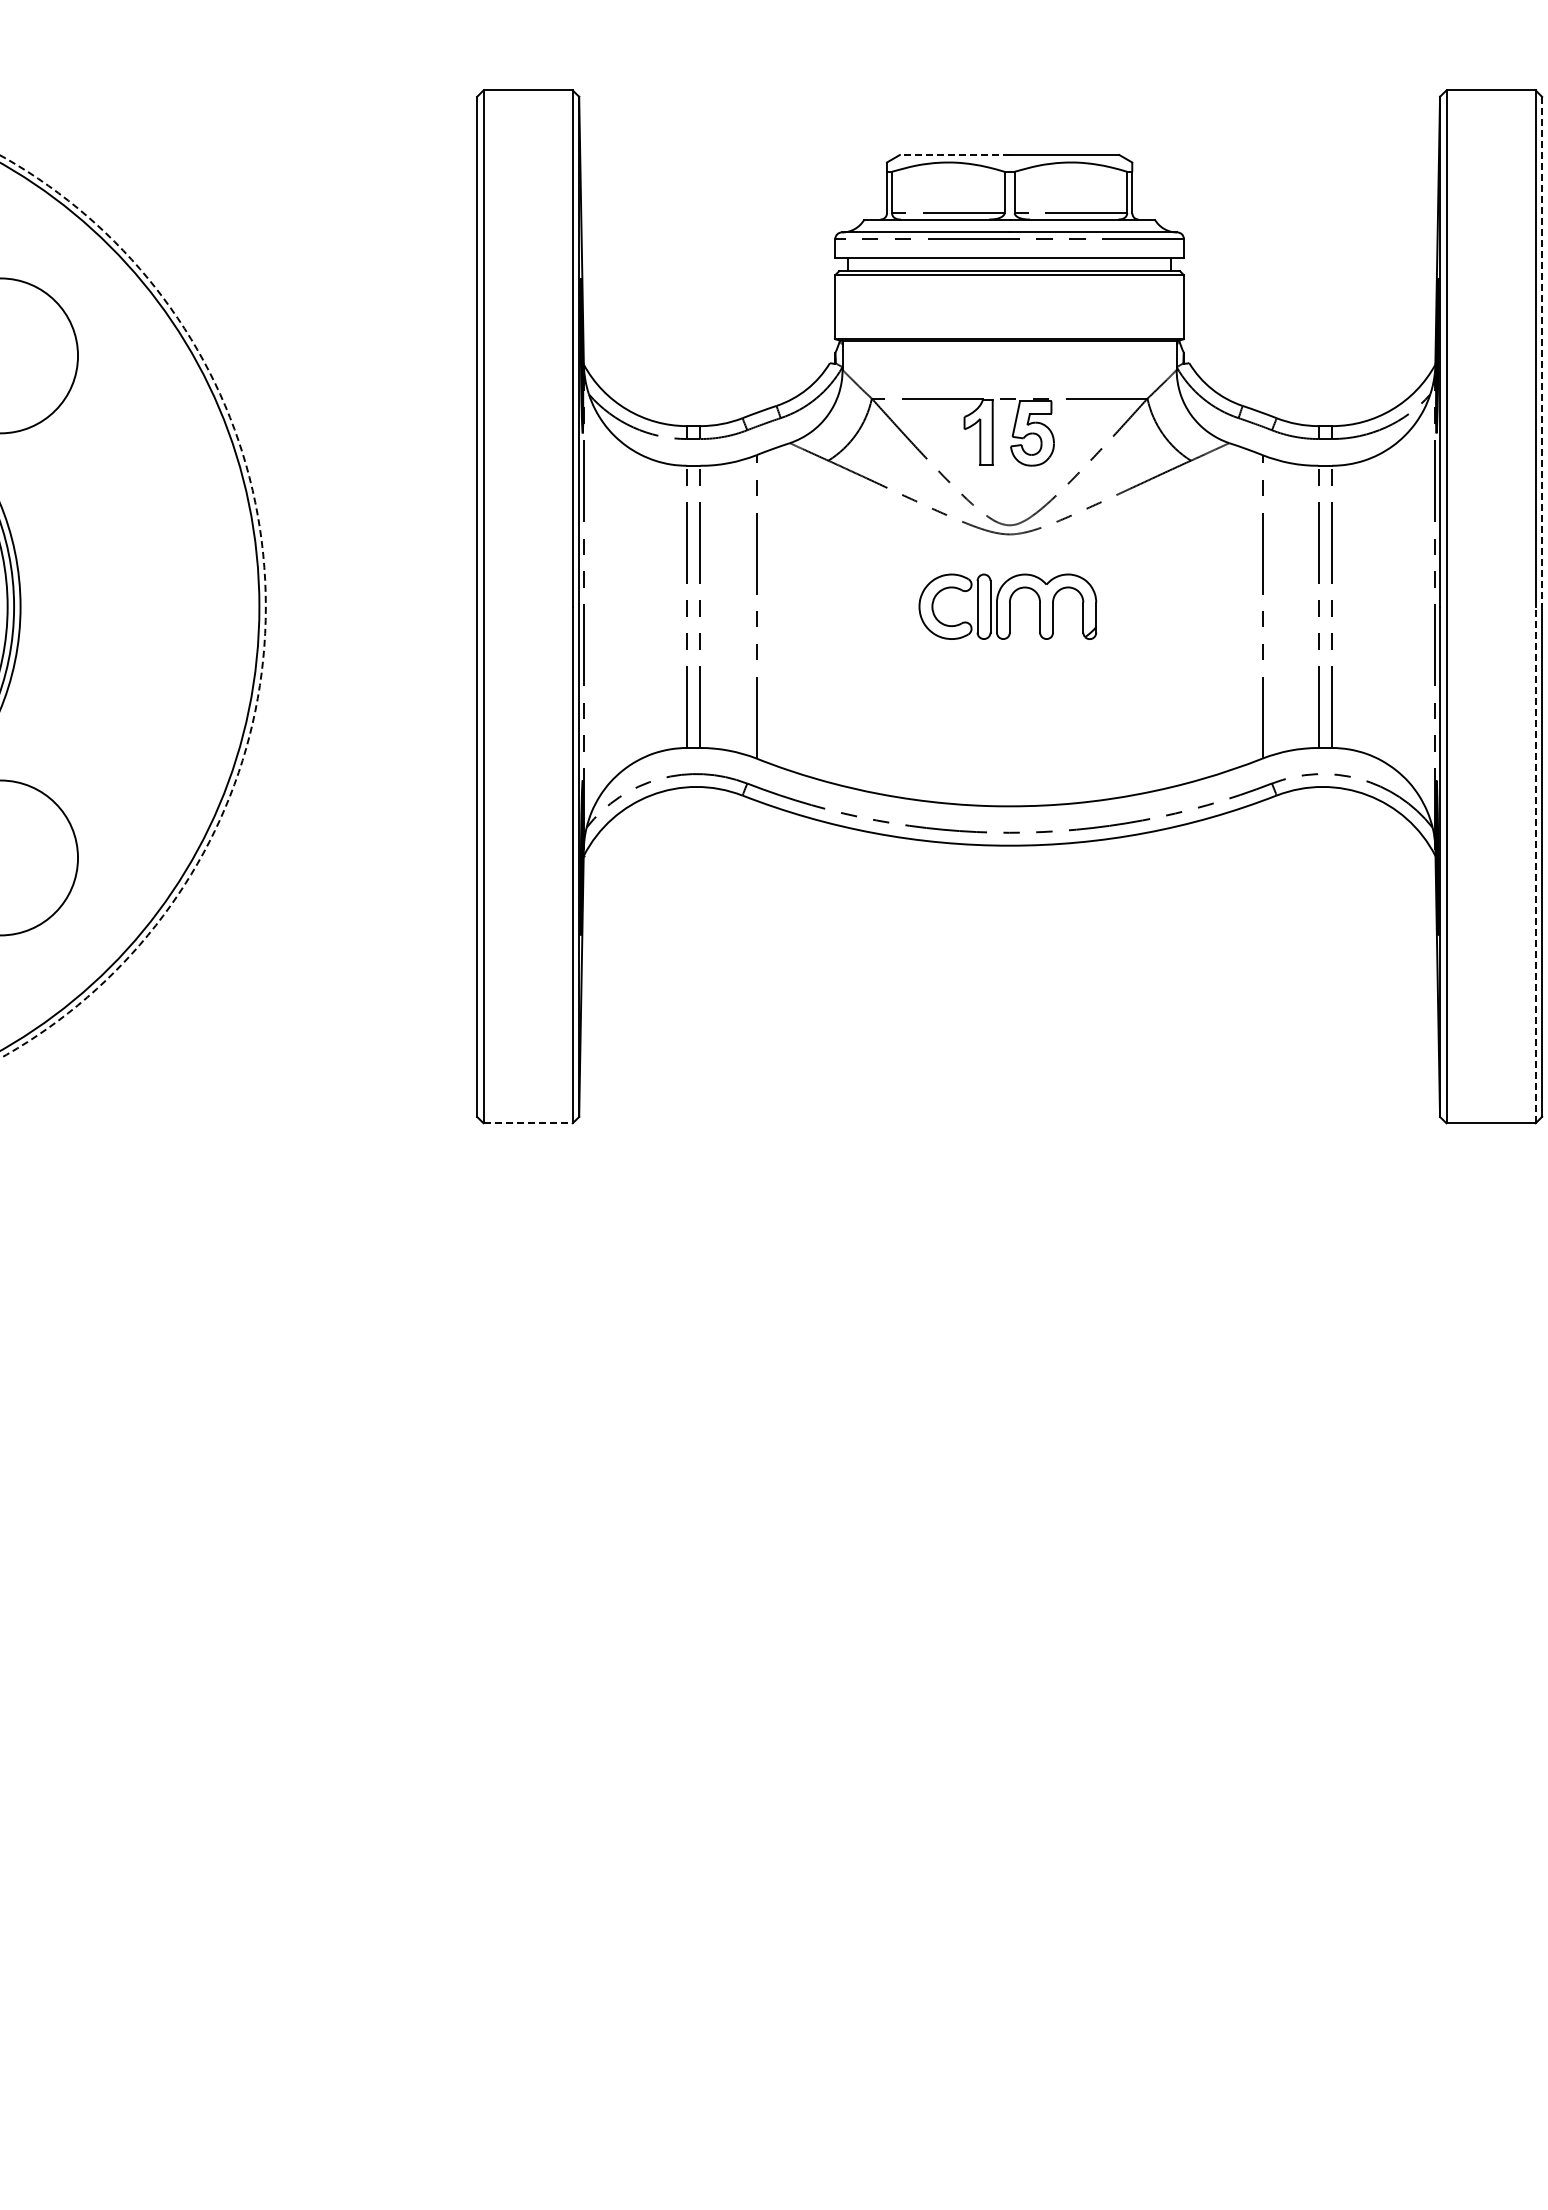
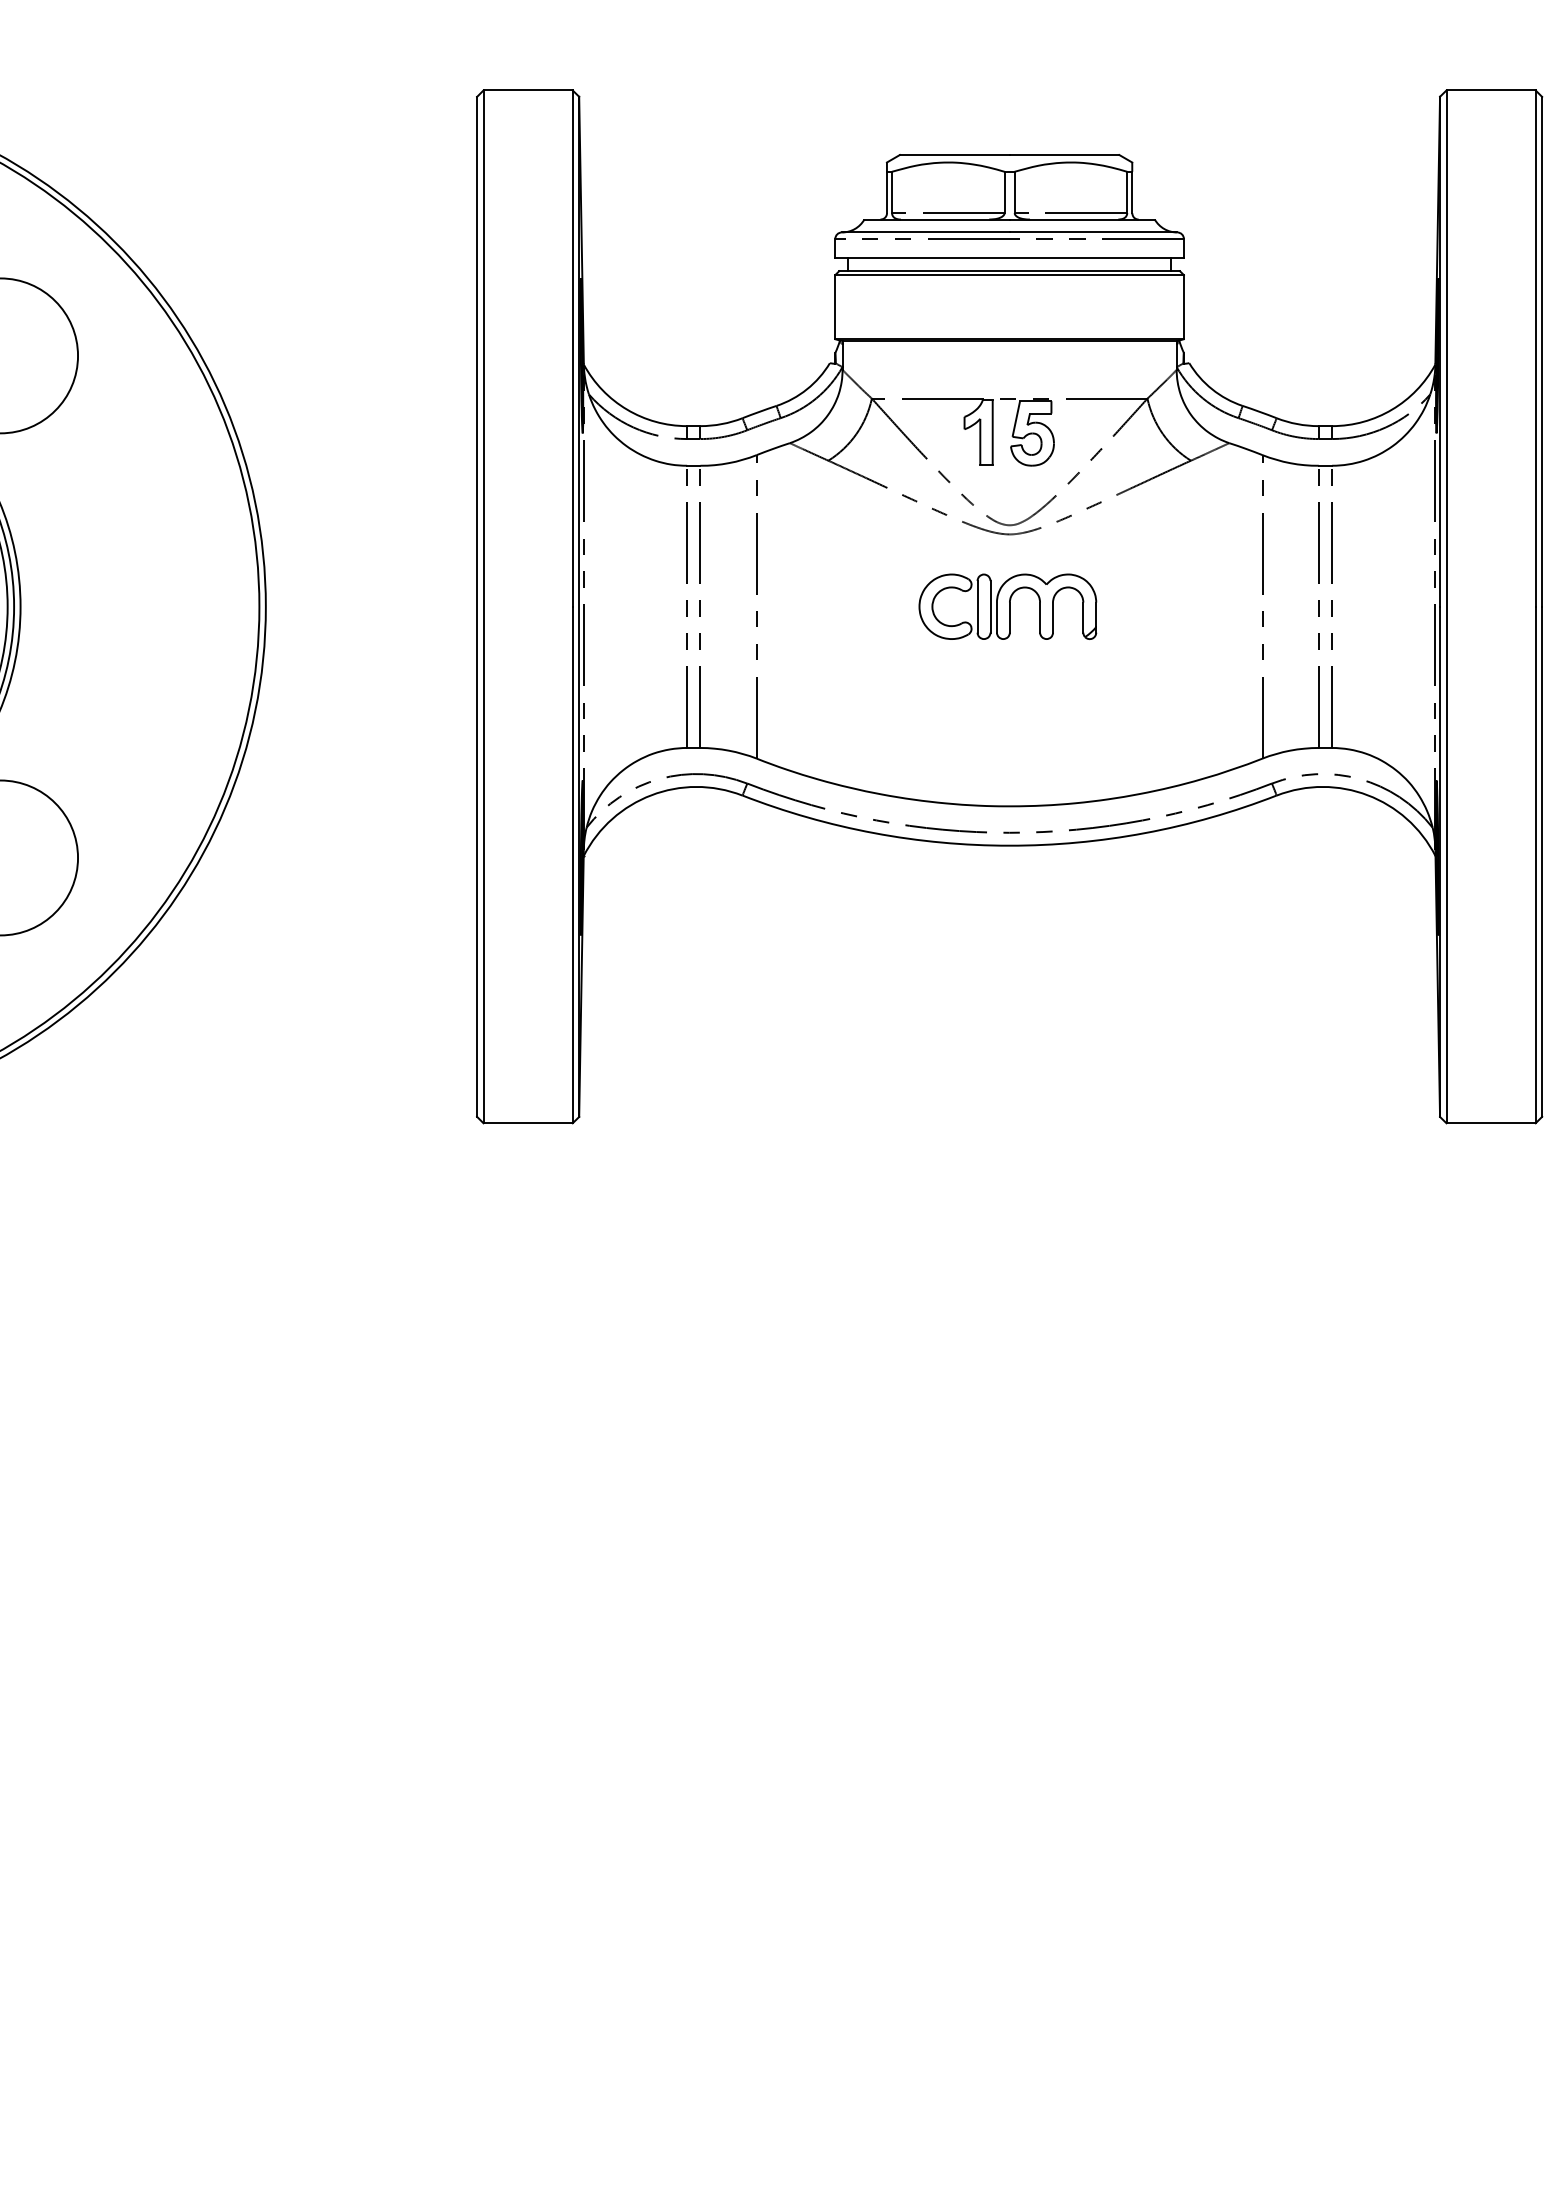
line at (954, 155): dashed -> solid
line at (1542, 351): dashed -> solid
circle at (132, 606): dashed -> solid
line at (1535, 864): dashed -> solid
line at (528, 1123): dashed -> solid
